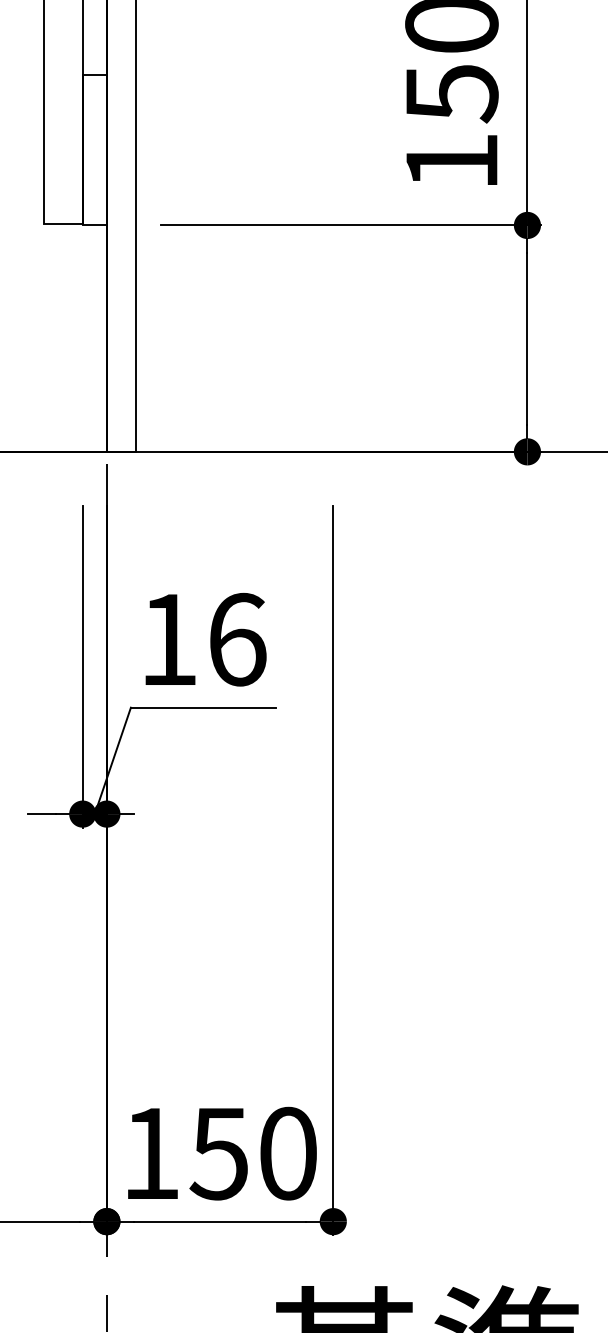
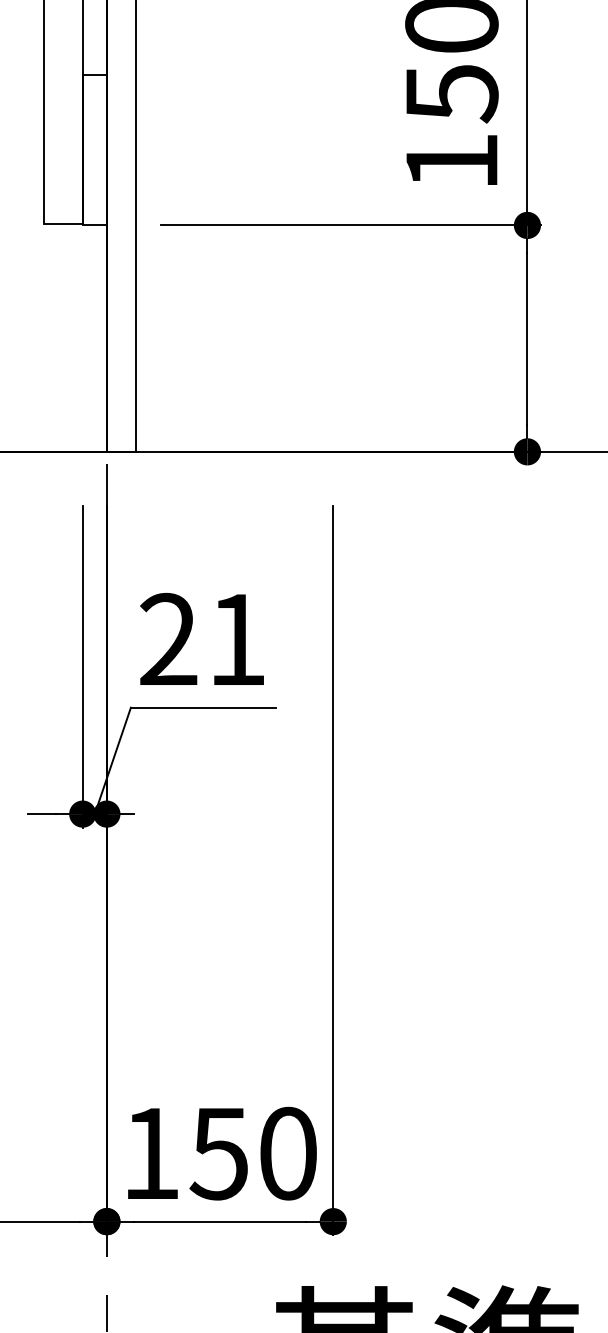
text at (203, 639): 16 -> 21
